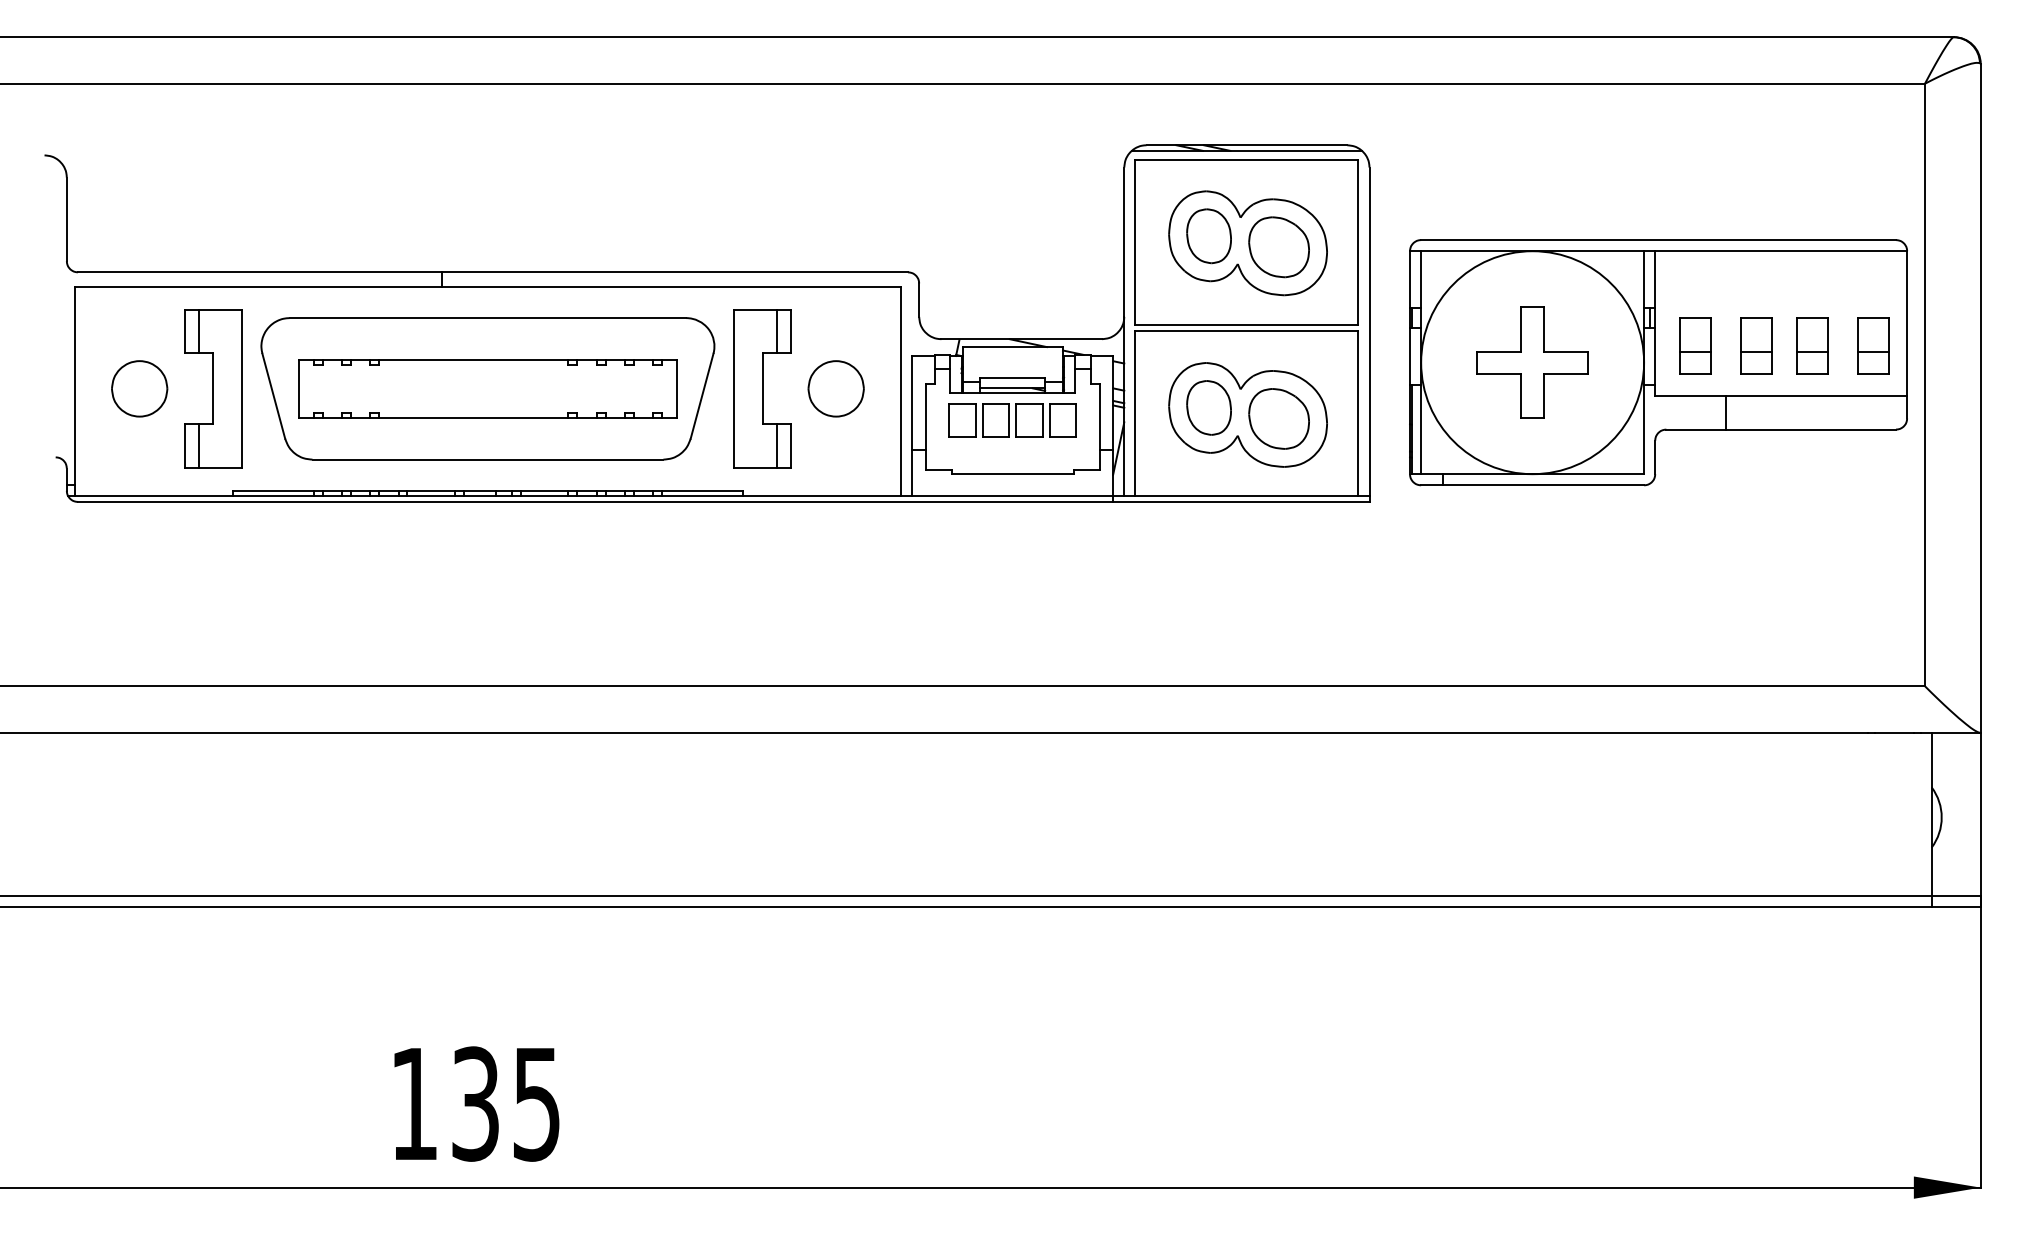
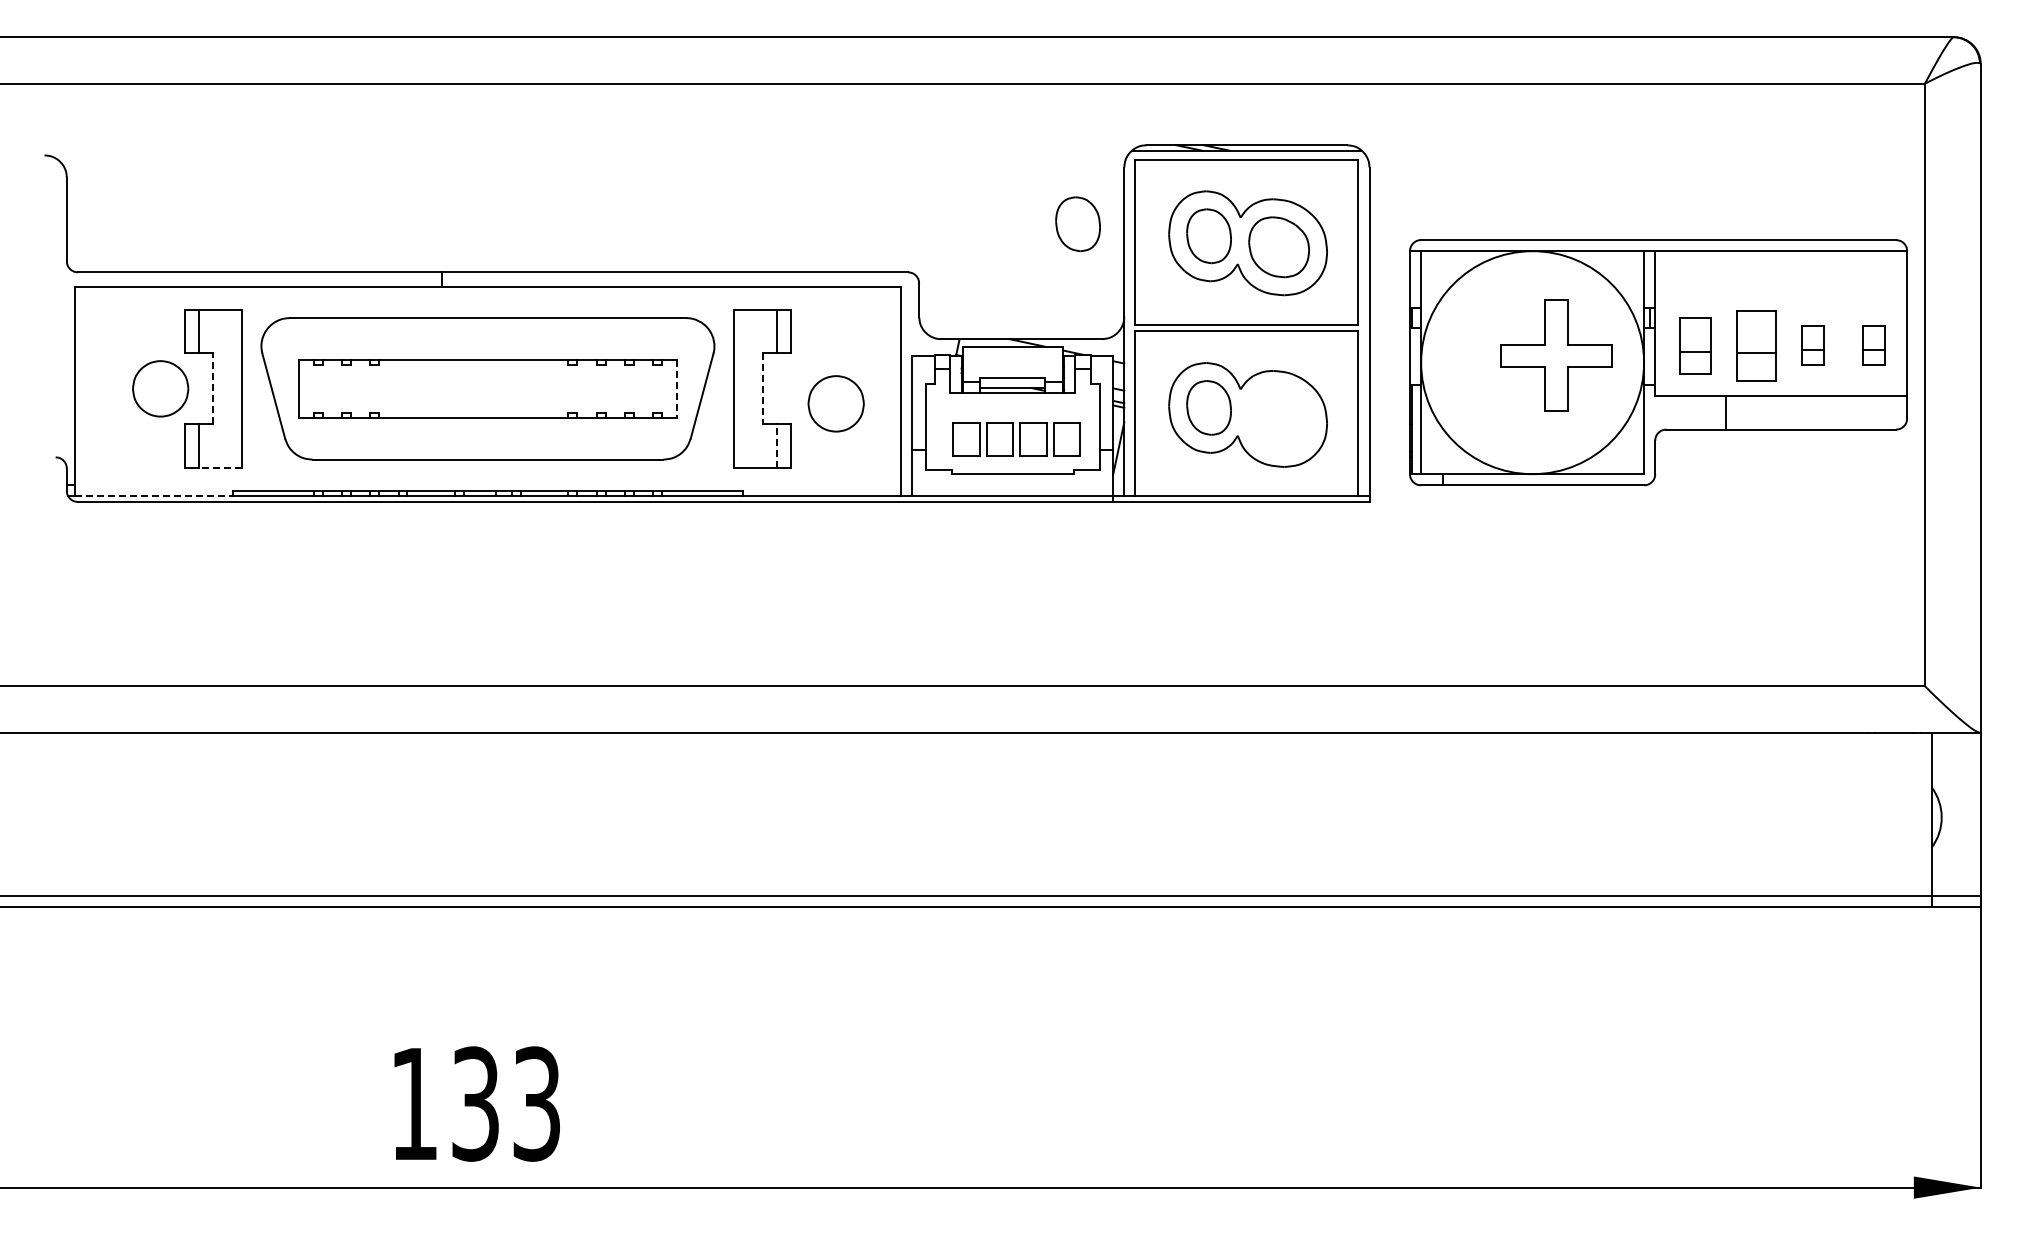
part at (1077, 224): none -> present
part at (1756, 345) size: 33x58 px -> 41x72 px
part at (1812, 345) size: 33x58 px -> 24x41 px
part at (1873, 345) size: 33x58 px -> 24x41 px
part at (1532, 362) position: (1532, 362) -> (1556, 355)
part at (139, 388) position: (139, 388) -> (160, 388)
line at (213, 388): solid -> dashed
line at (677, 388): solid -> dashed
part at (835, 388) position: (835, 388) -> (835, 403)
line at (762, 389): solid -> dashed
part at (1278, 418): present -> none
part at (1012, 420) position: (1012, 420) -> (1016, 439)
line at (776, 446): solid -> dashed
line at (219, 468): solid -> dashed
line at (154, 496): solid -> dashed
text at (536, 1103): 135 -> 133
